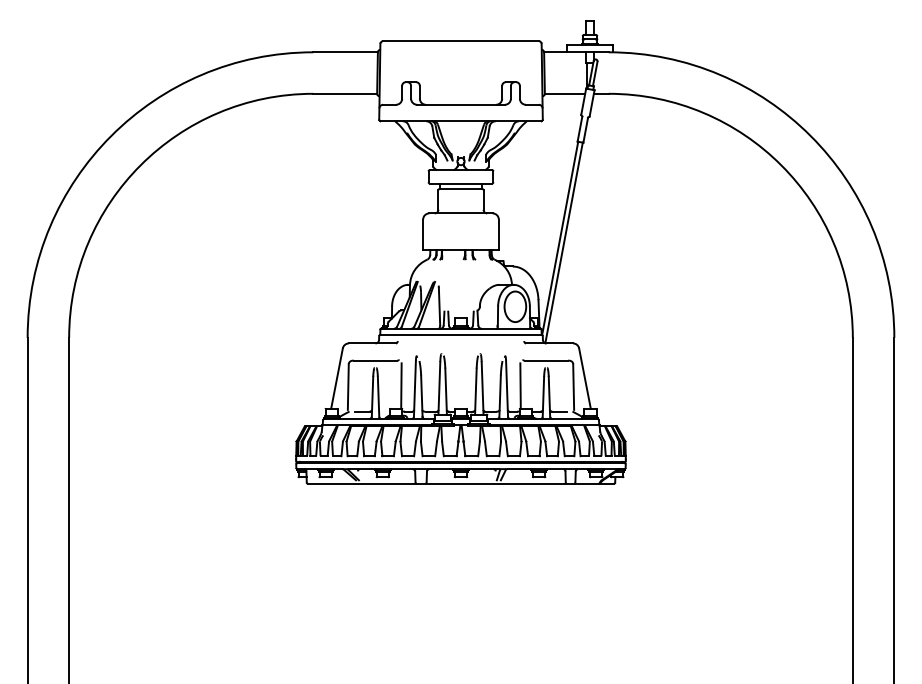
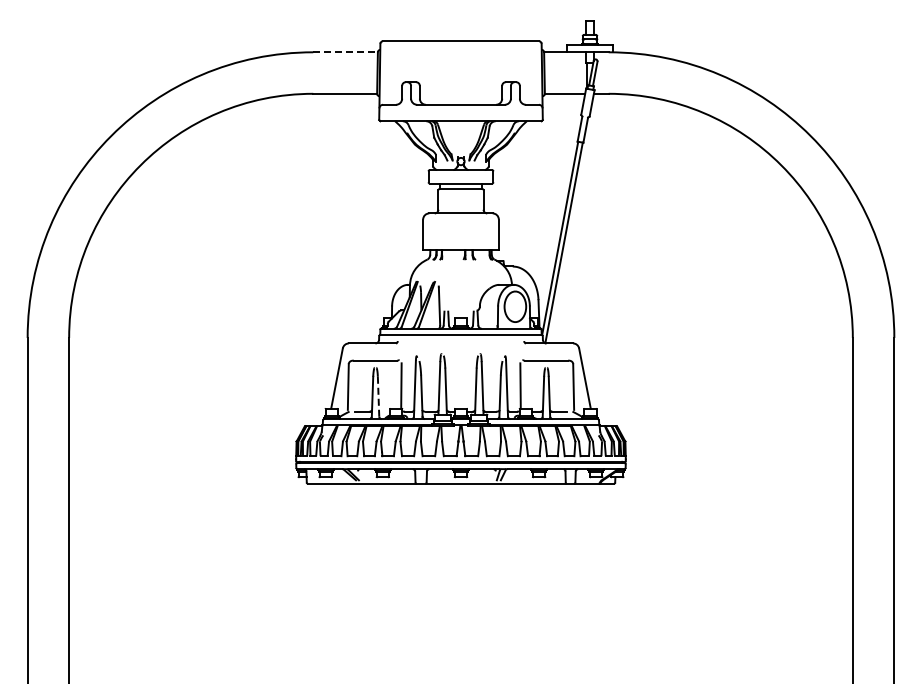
line at (346, 52): solid -> dashed
line at (378, 396): solid -> dashed
